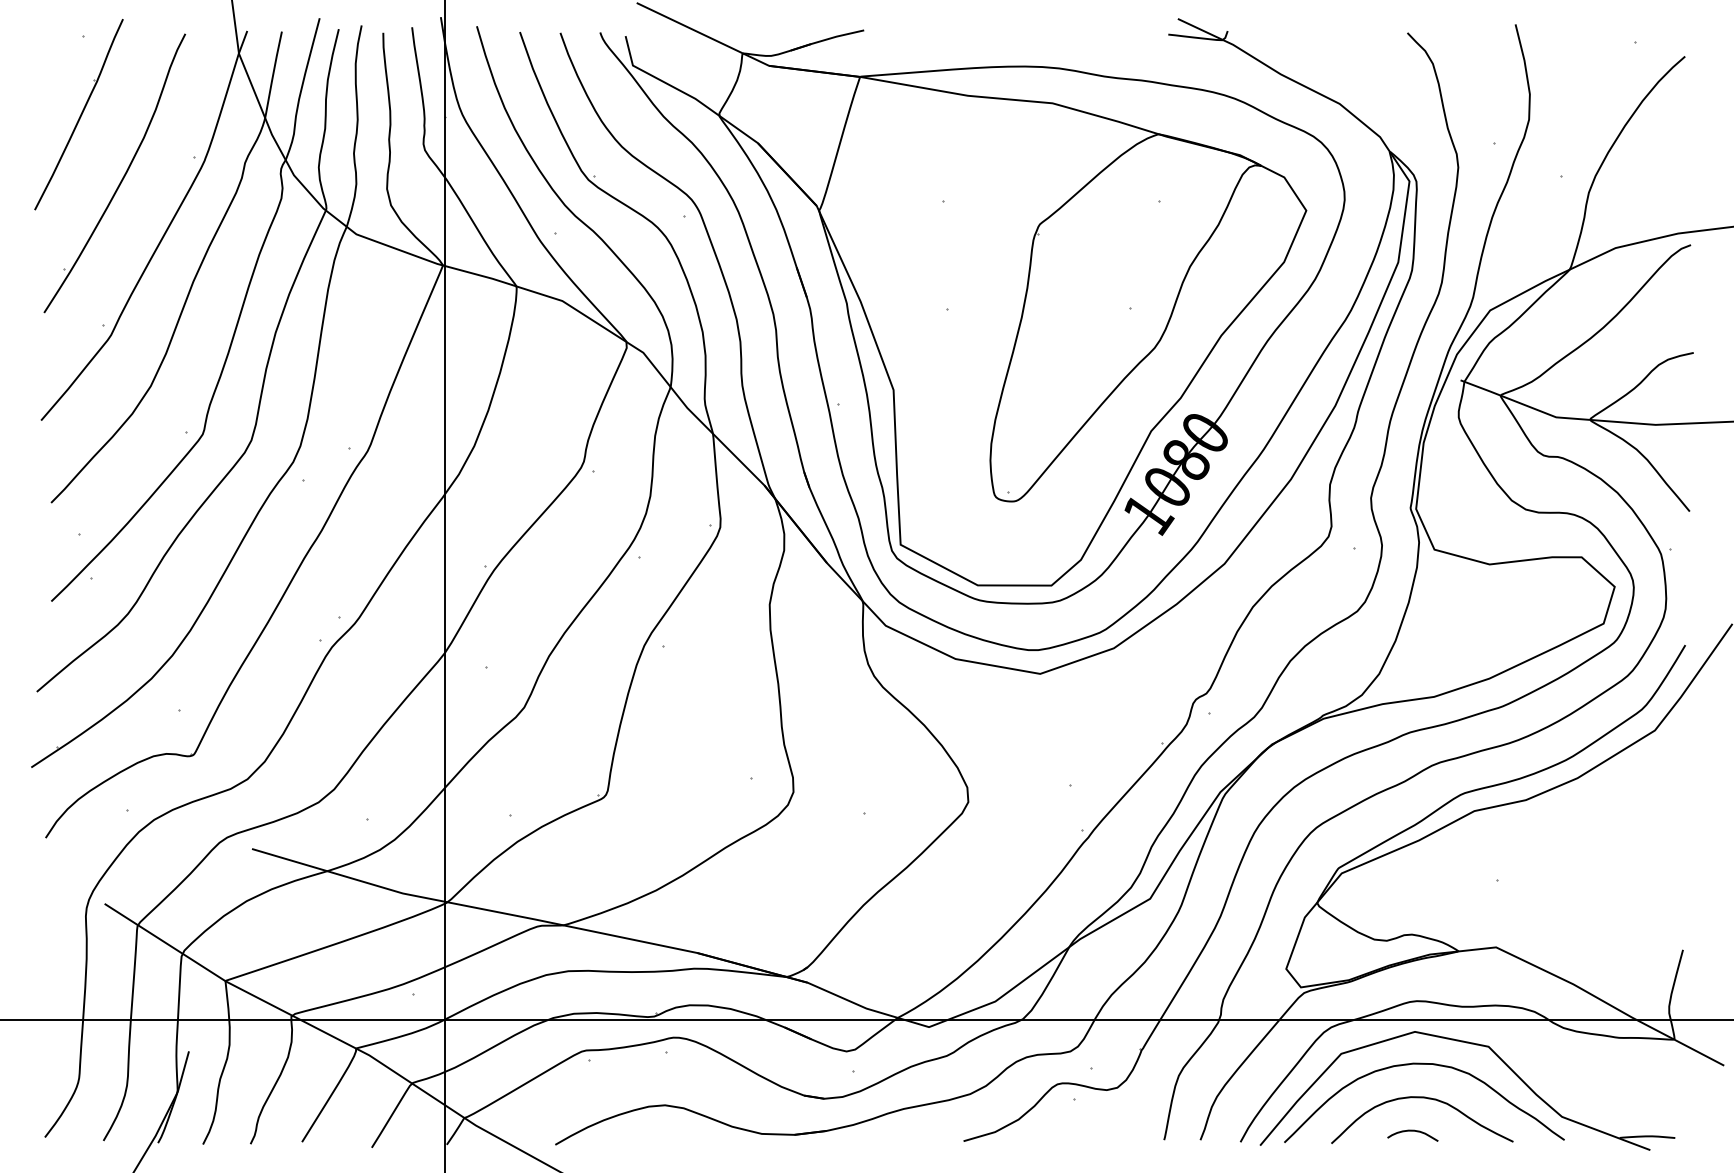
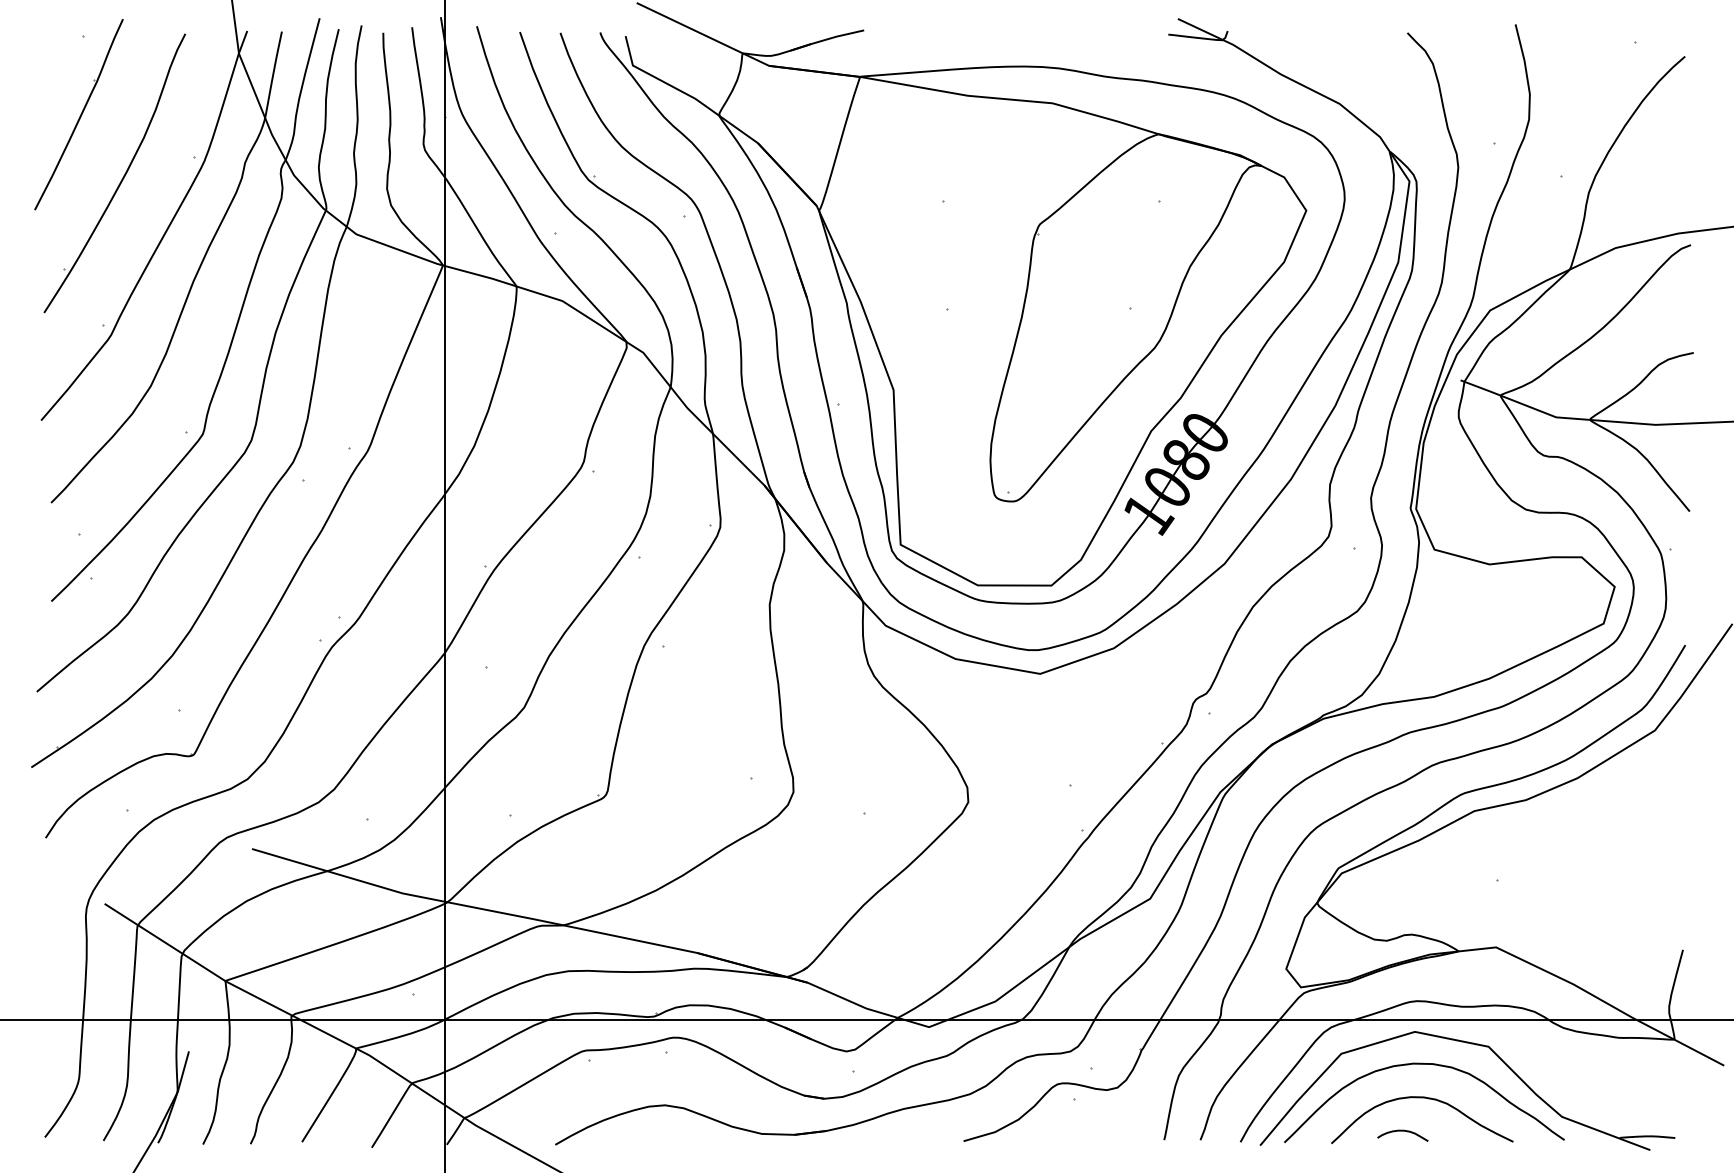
curve at (1412, 1131) position: (1412, 1131) -> (1402, 1131)
